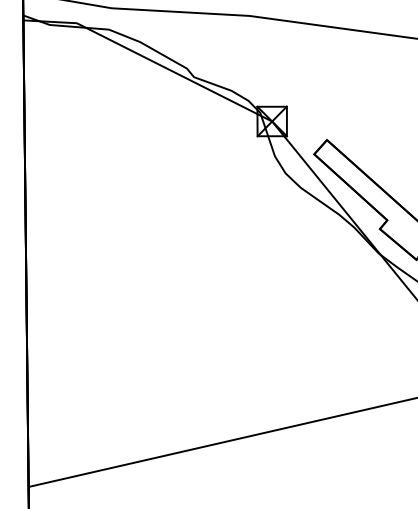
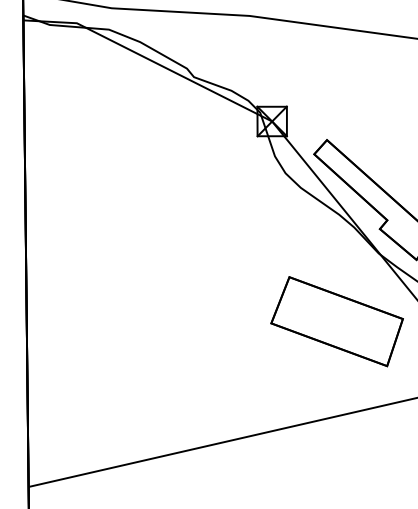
part at (336, 321): none -> present
